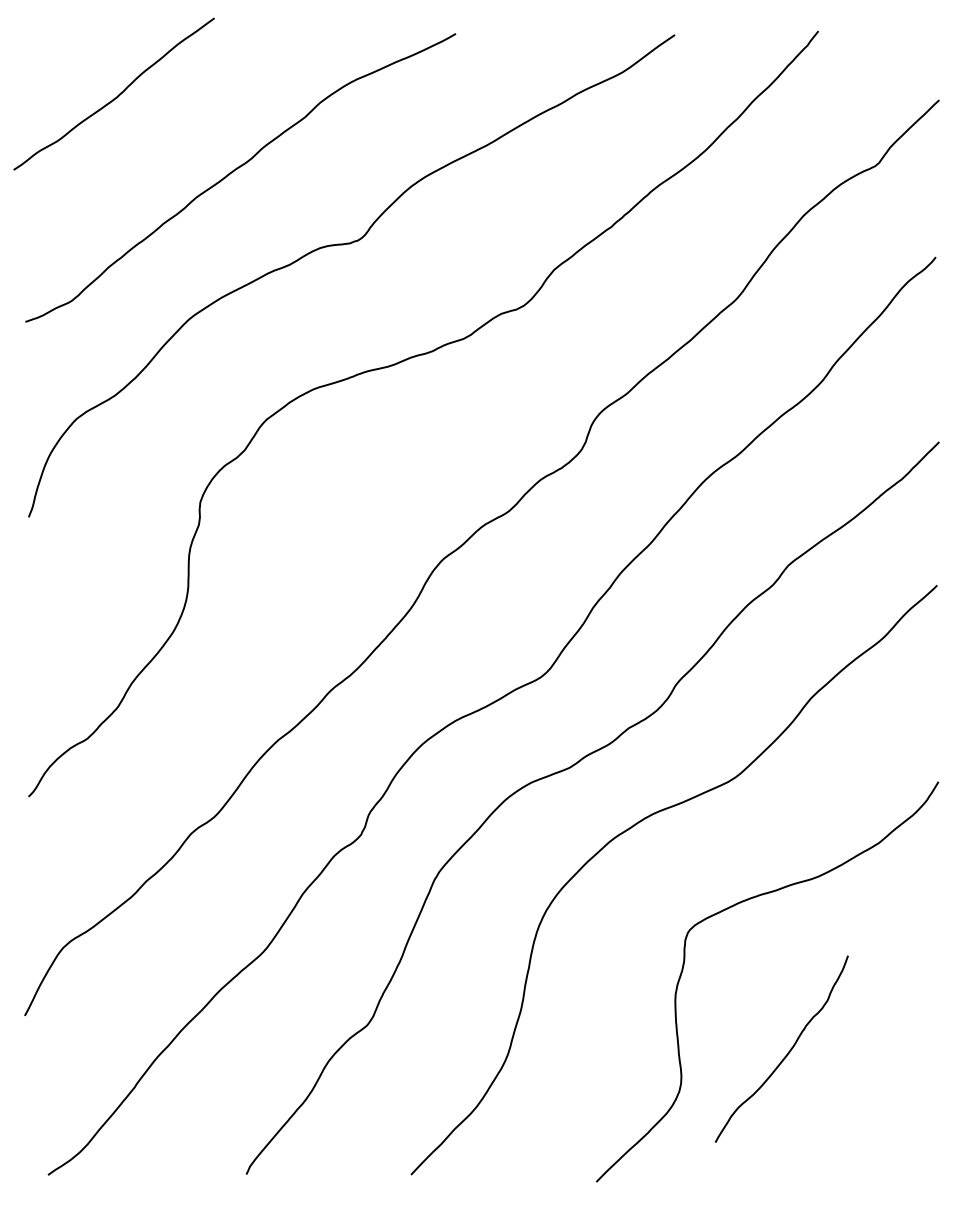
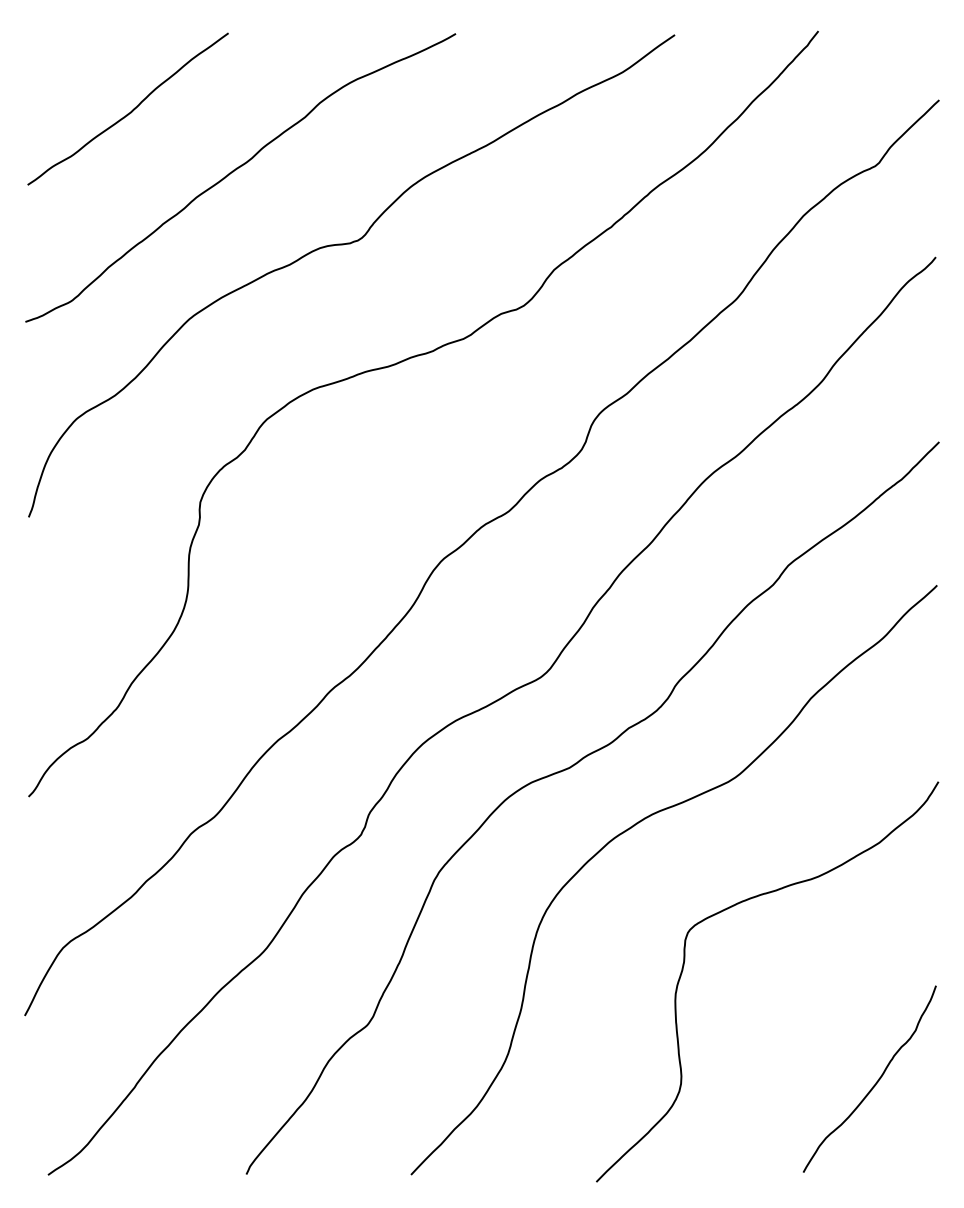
curve at (116, 96) position: (116, 96) -> (130, 111)
curve at (787, 1052) position: (787, 1052) -> (875, 1082)
